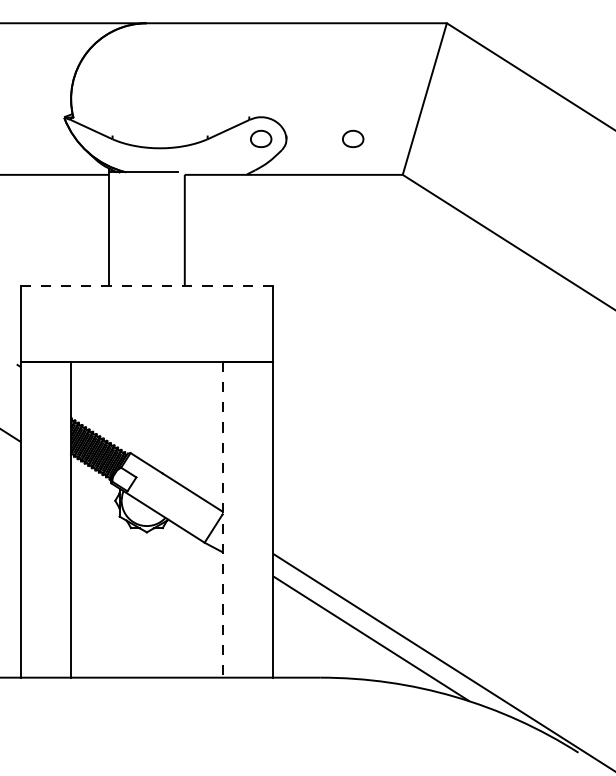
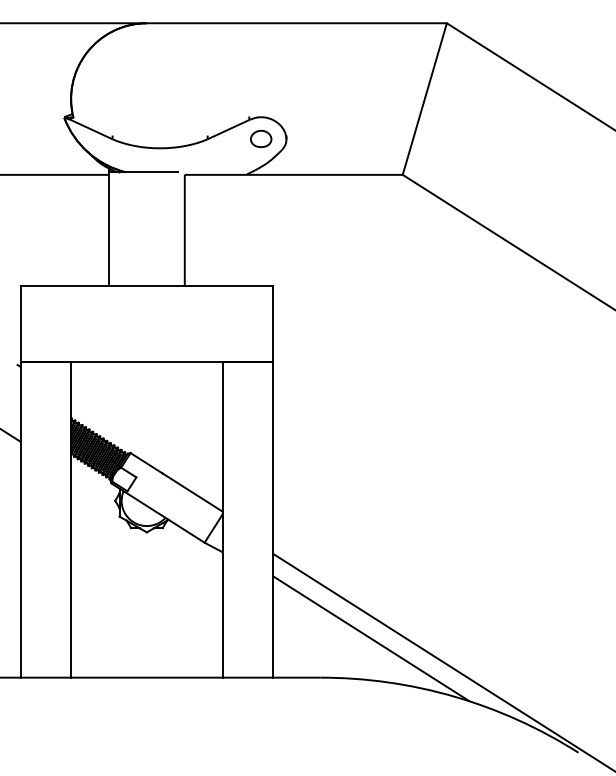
part at (353, 138): present -> none
line at (147, 286): dashed -> solid
line at (222, 519): dashed -> solid
